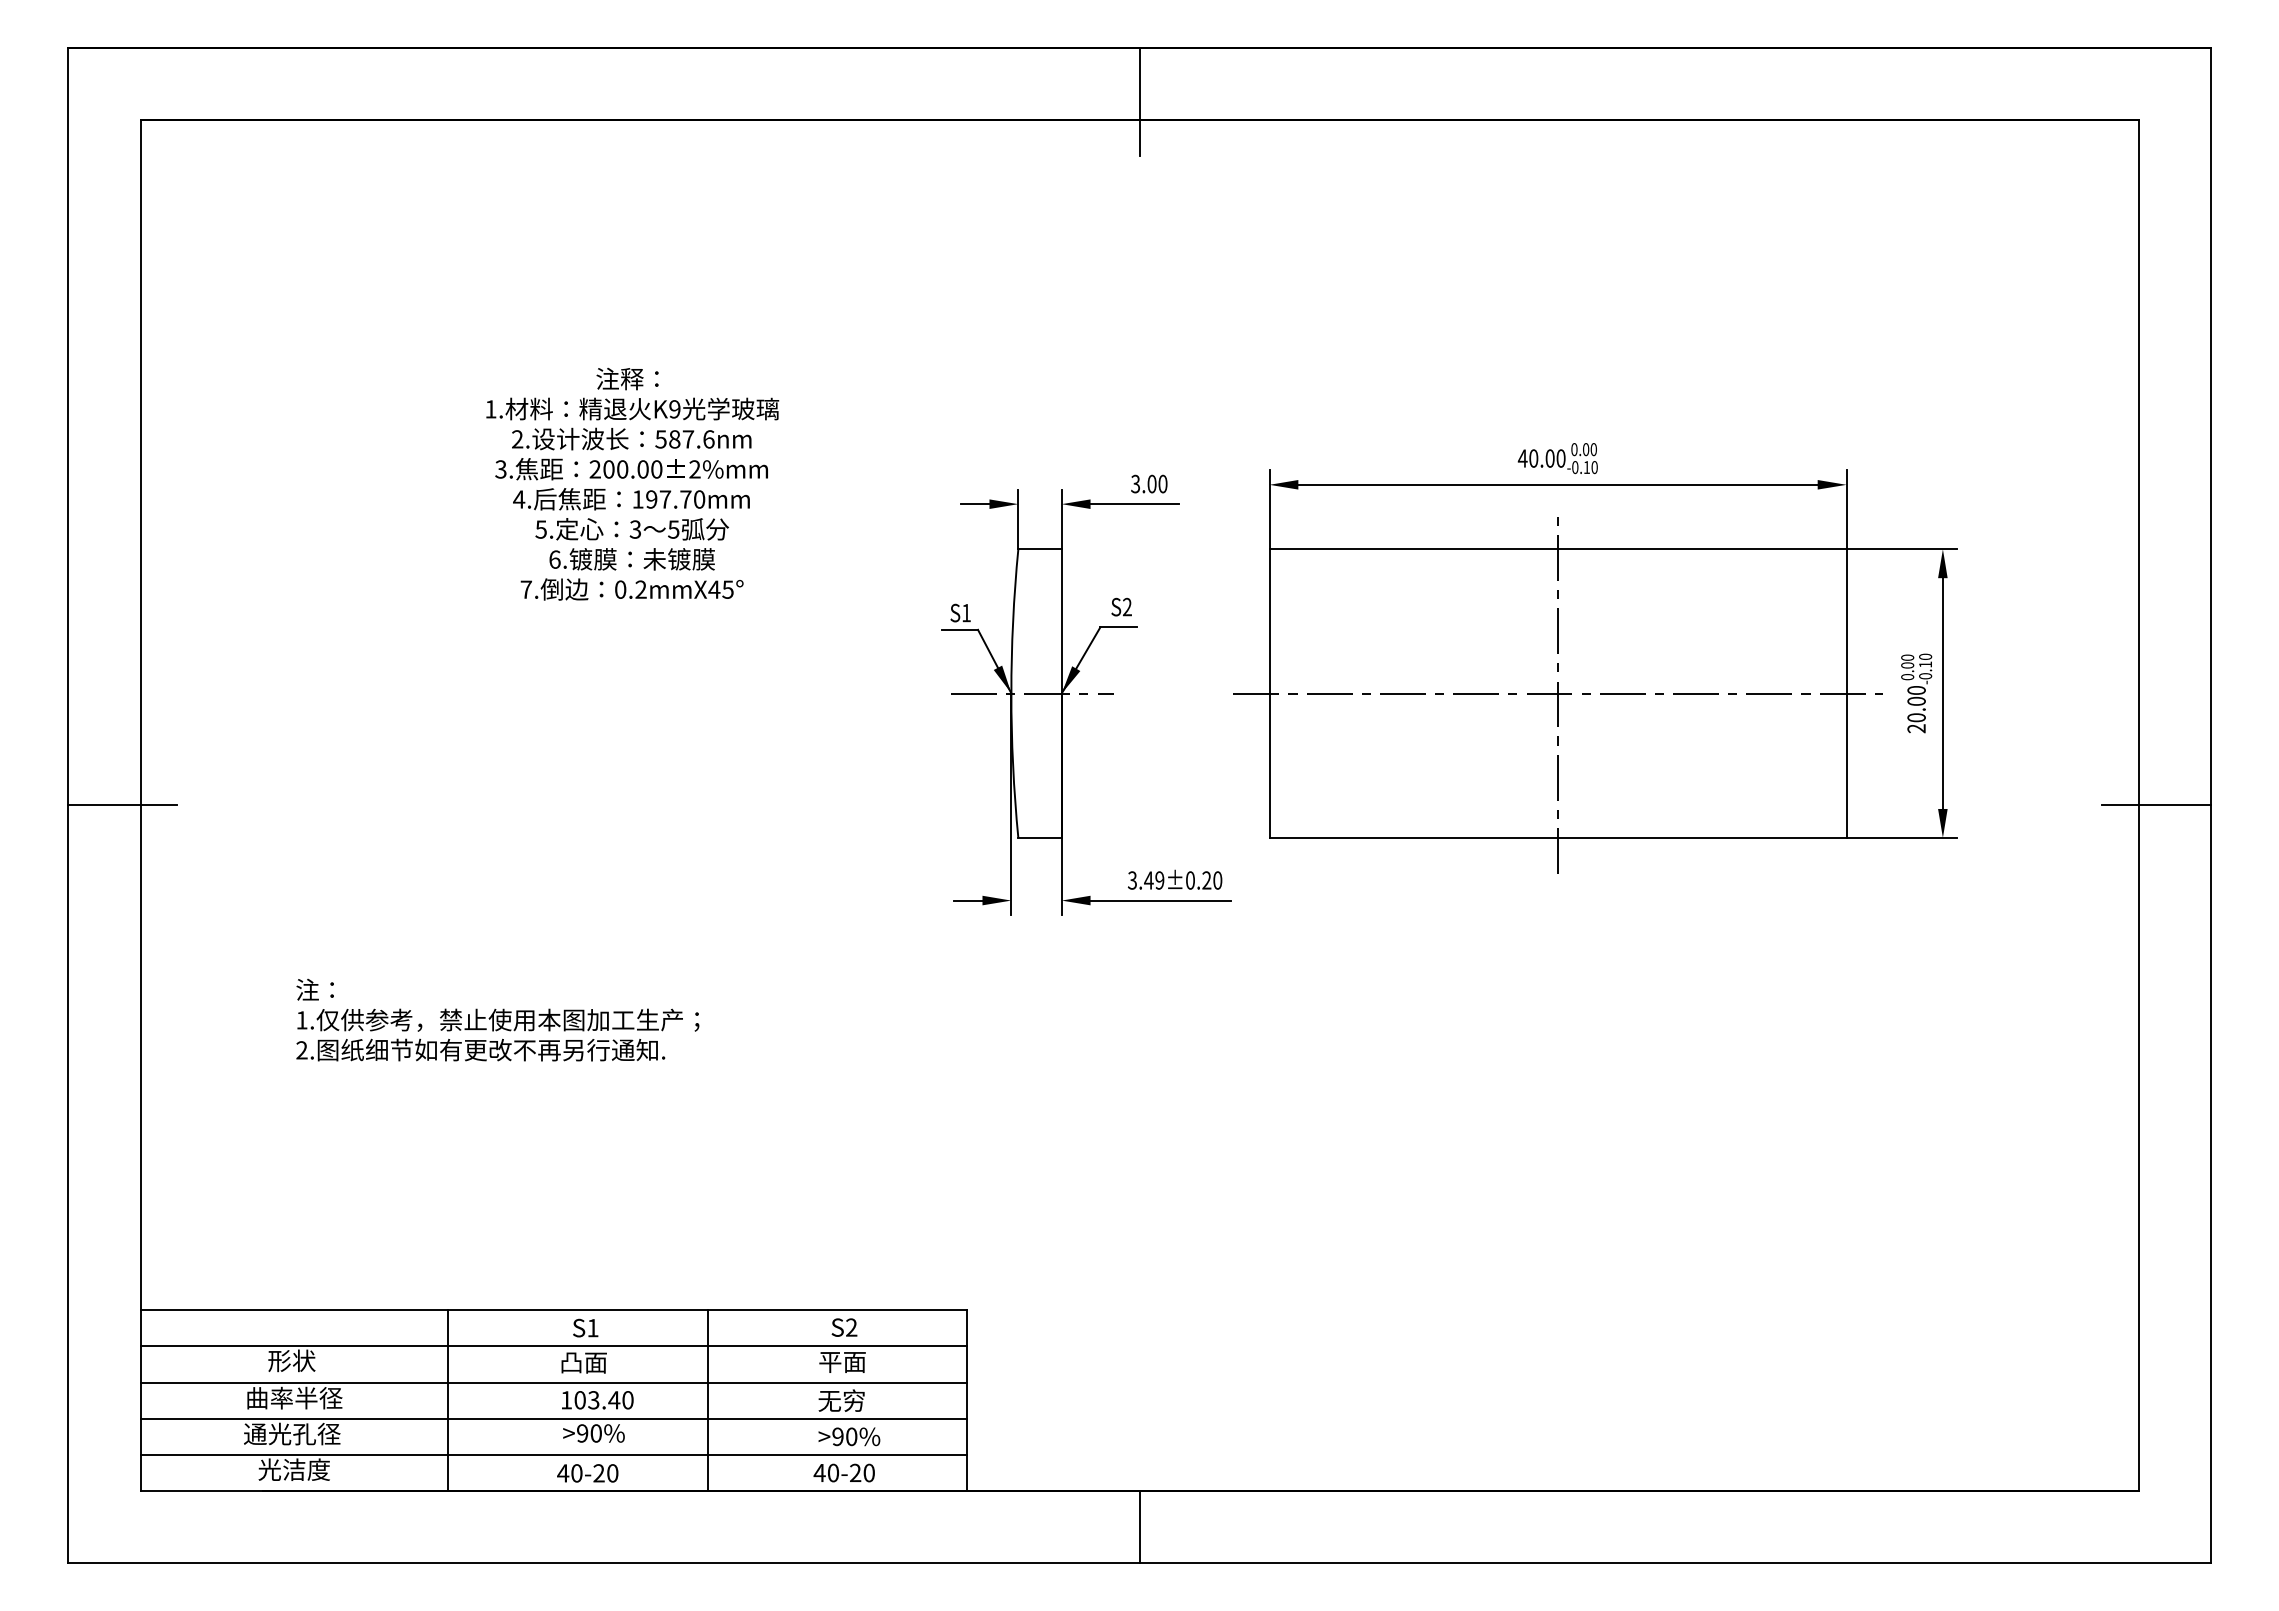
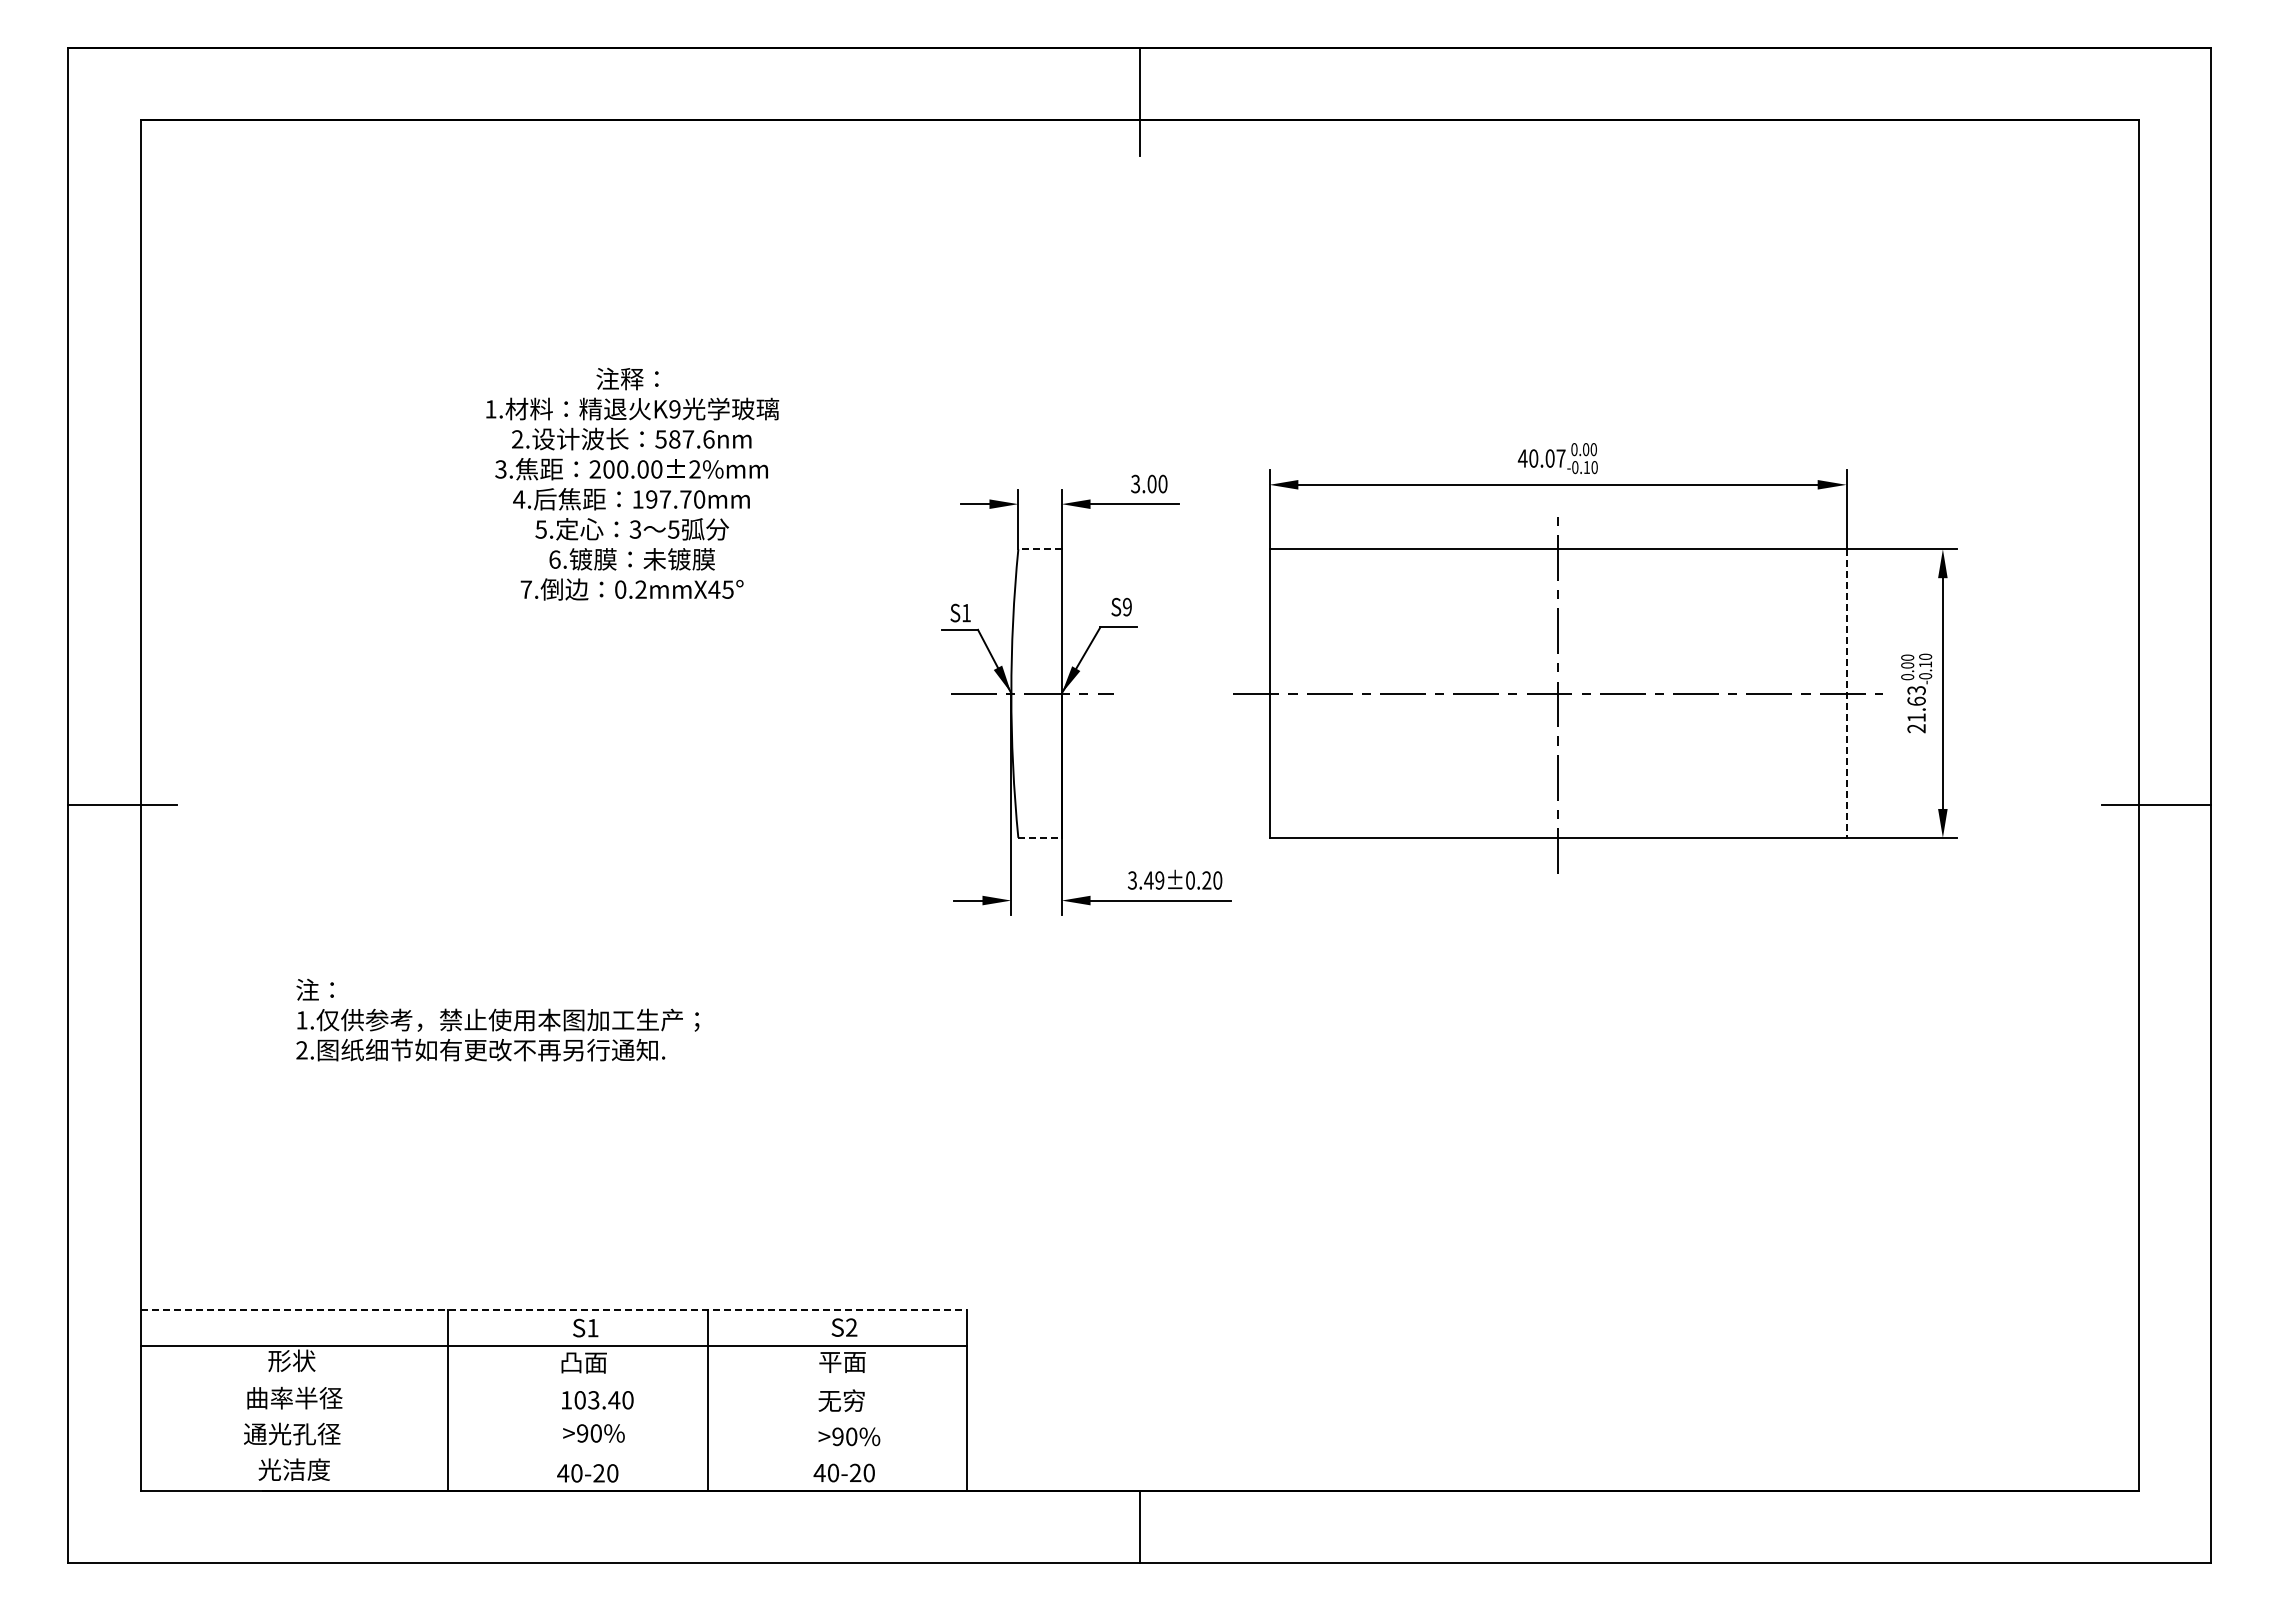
text at (1560, 458): 40.00 -> 40.07
line at (1040, 549): solid -> dashed
text at (1126, 607): S2 -> S9
line at (1846, 694): solid -> dashed
text at (1916, 704): 20.00 -> 21.63
line at (1040, 837): solid -> dashed
line at (554, 1310): solid -> dashed
line at (553, 1382): present -> none
line at (553, 1418): present -> none
line at (553, 1454): present -> none
